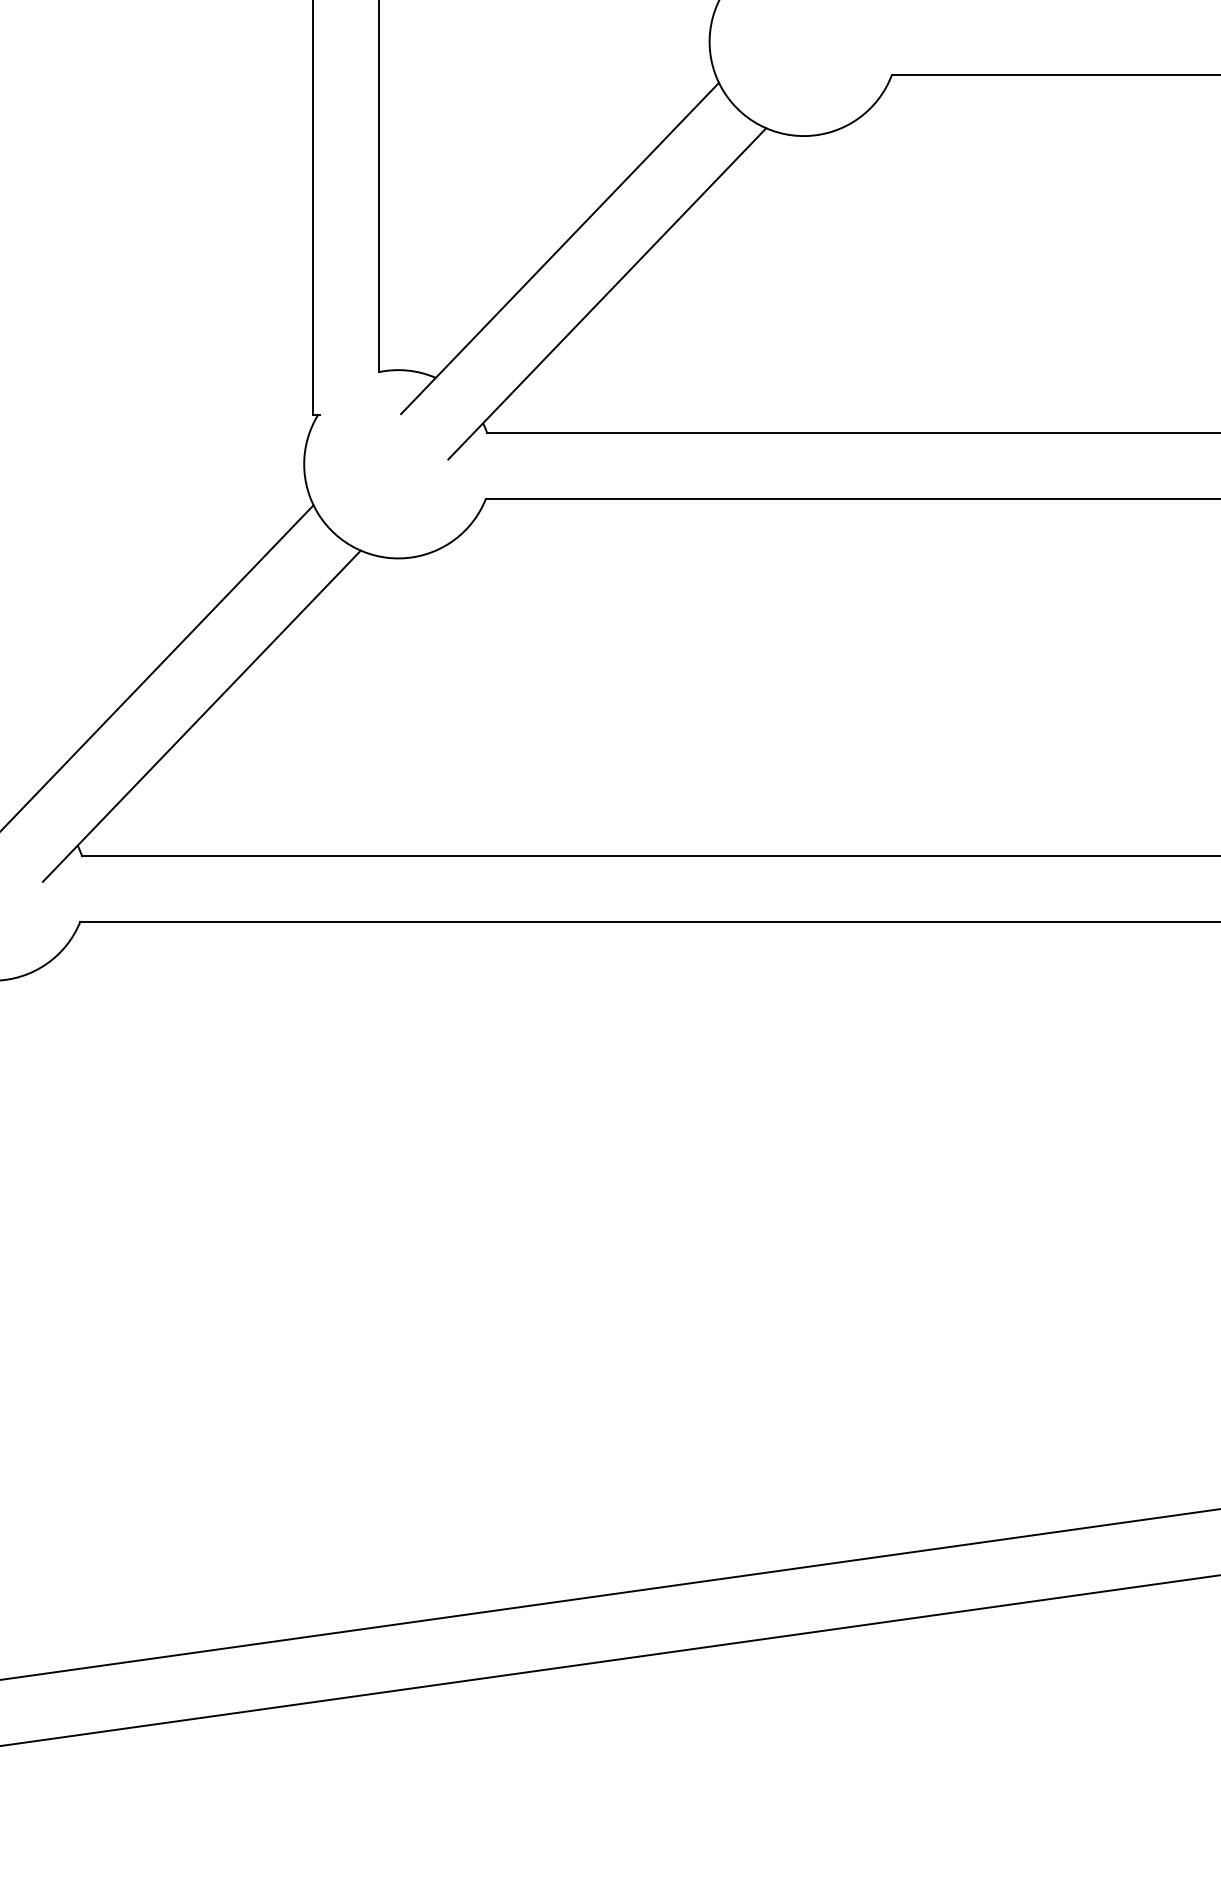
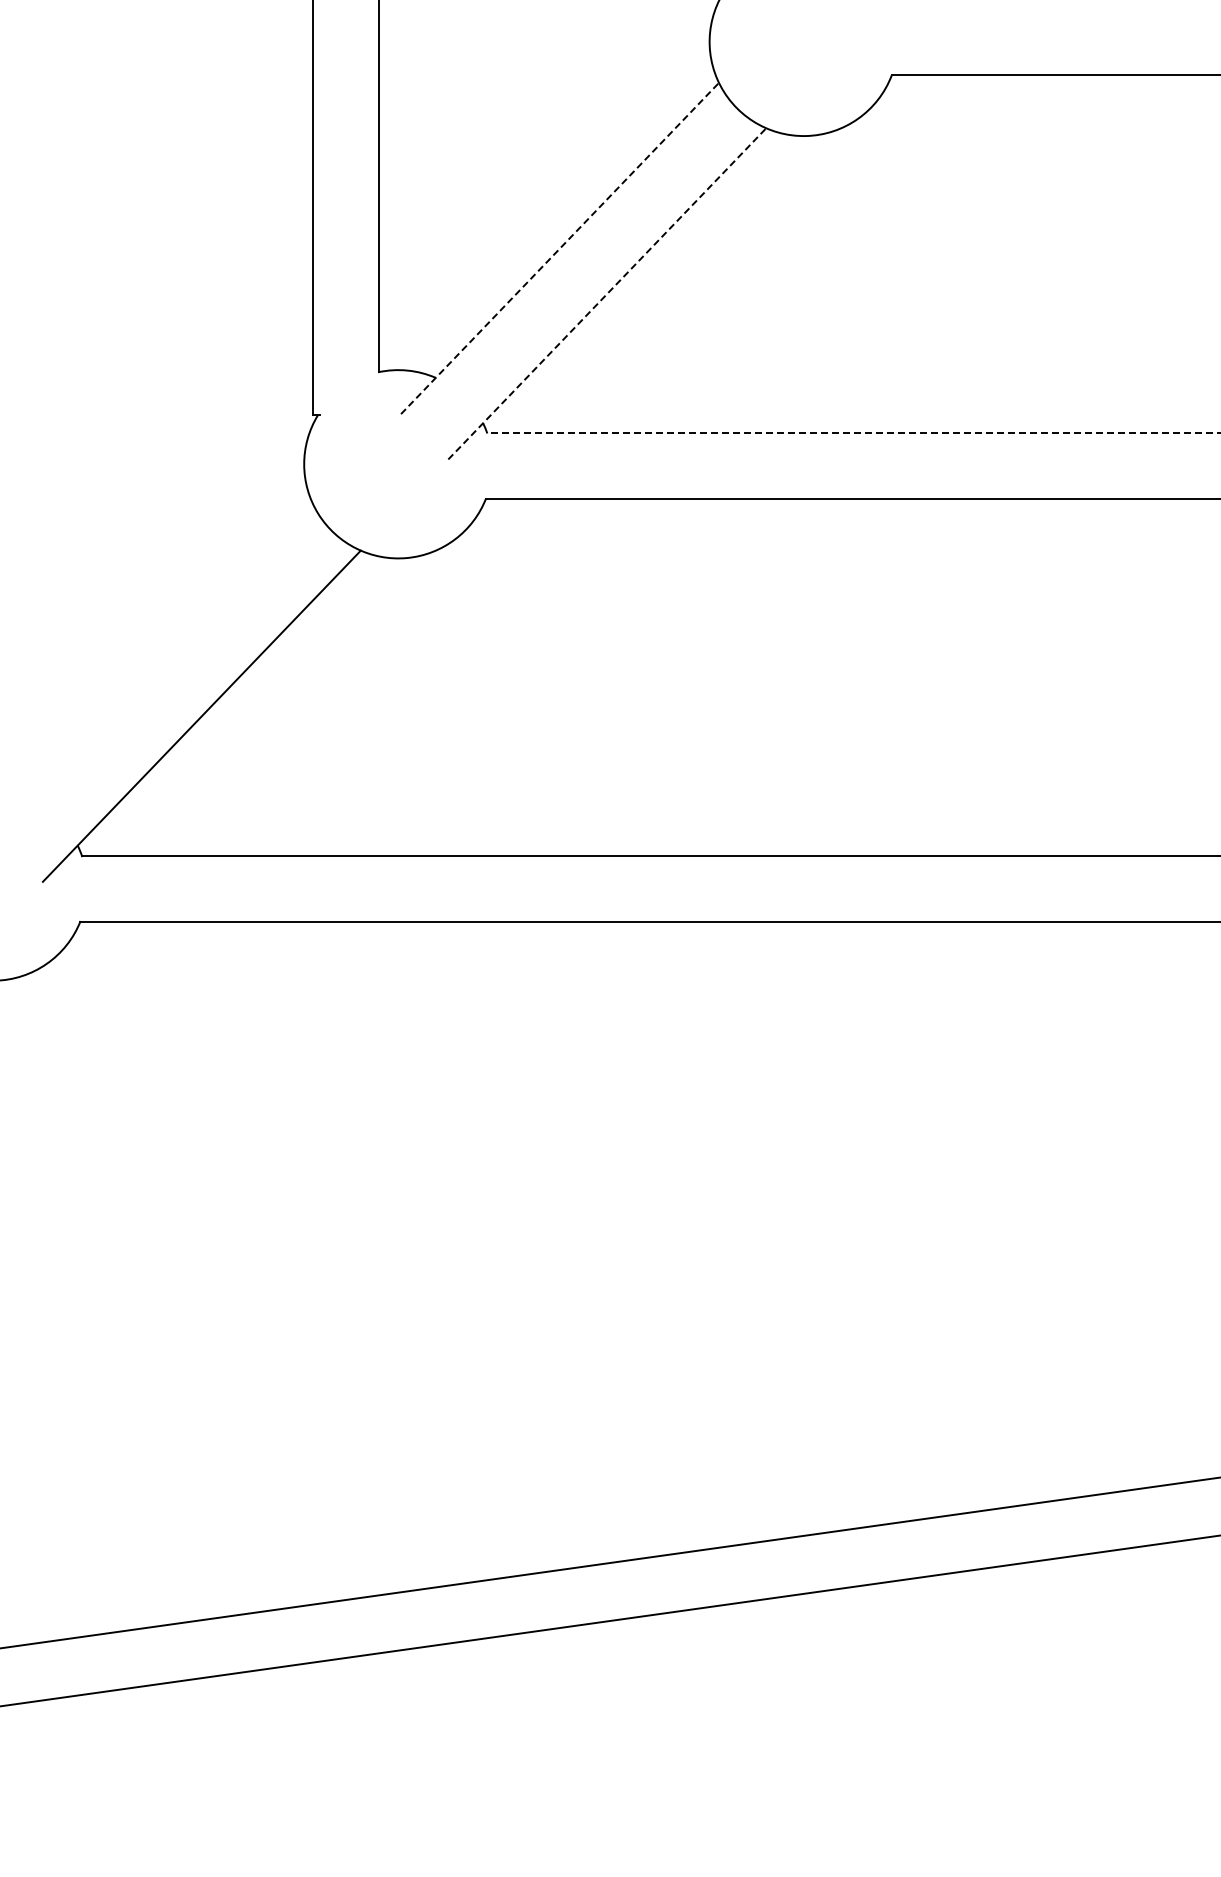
line at (560, 248): solid -> dashed
line at (607, 293): solid -> dashed
line at (854, 433): solid -> dashed
line at (157, 667): present -> none
line at (609, 1594) position: (609, 1594) -> (609, 1562)
line at (609, 1660) position: (609, 1660) -> (609, 1620)
